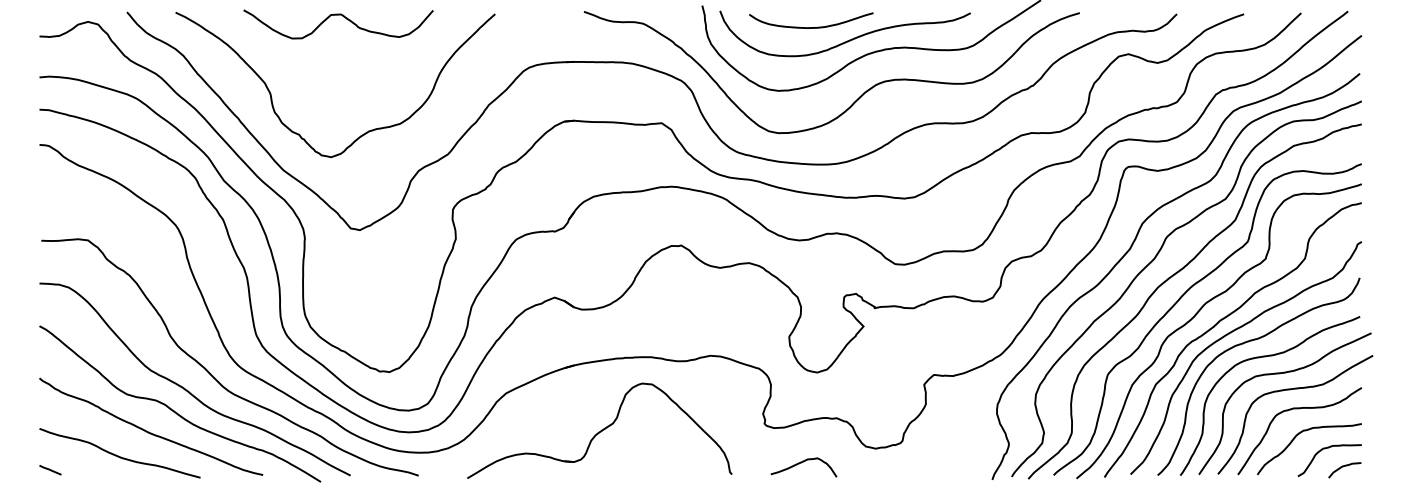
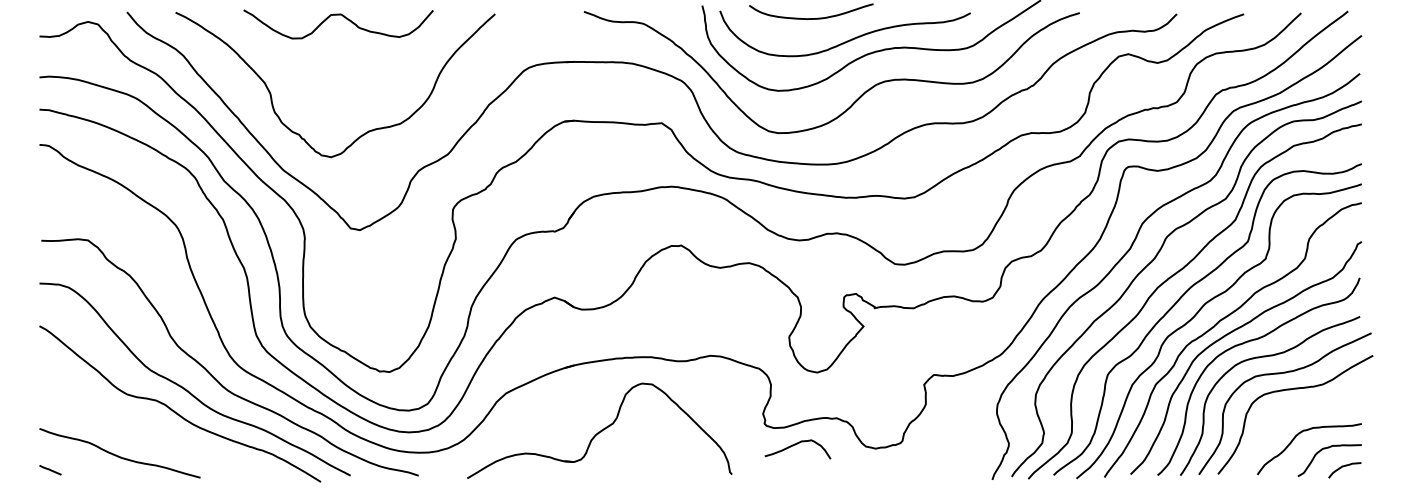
curve at (811, 27) position: (811, 27) -> (811, 18)
curve at (1299, 409): present -> none
curve at (148, 431): present -> none
curve at (801, 463) position: (801, 463) -> (795, 445)
